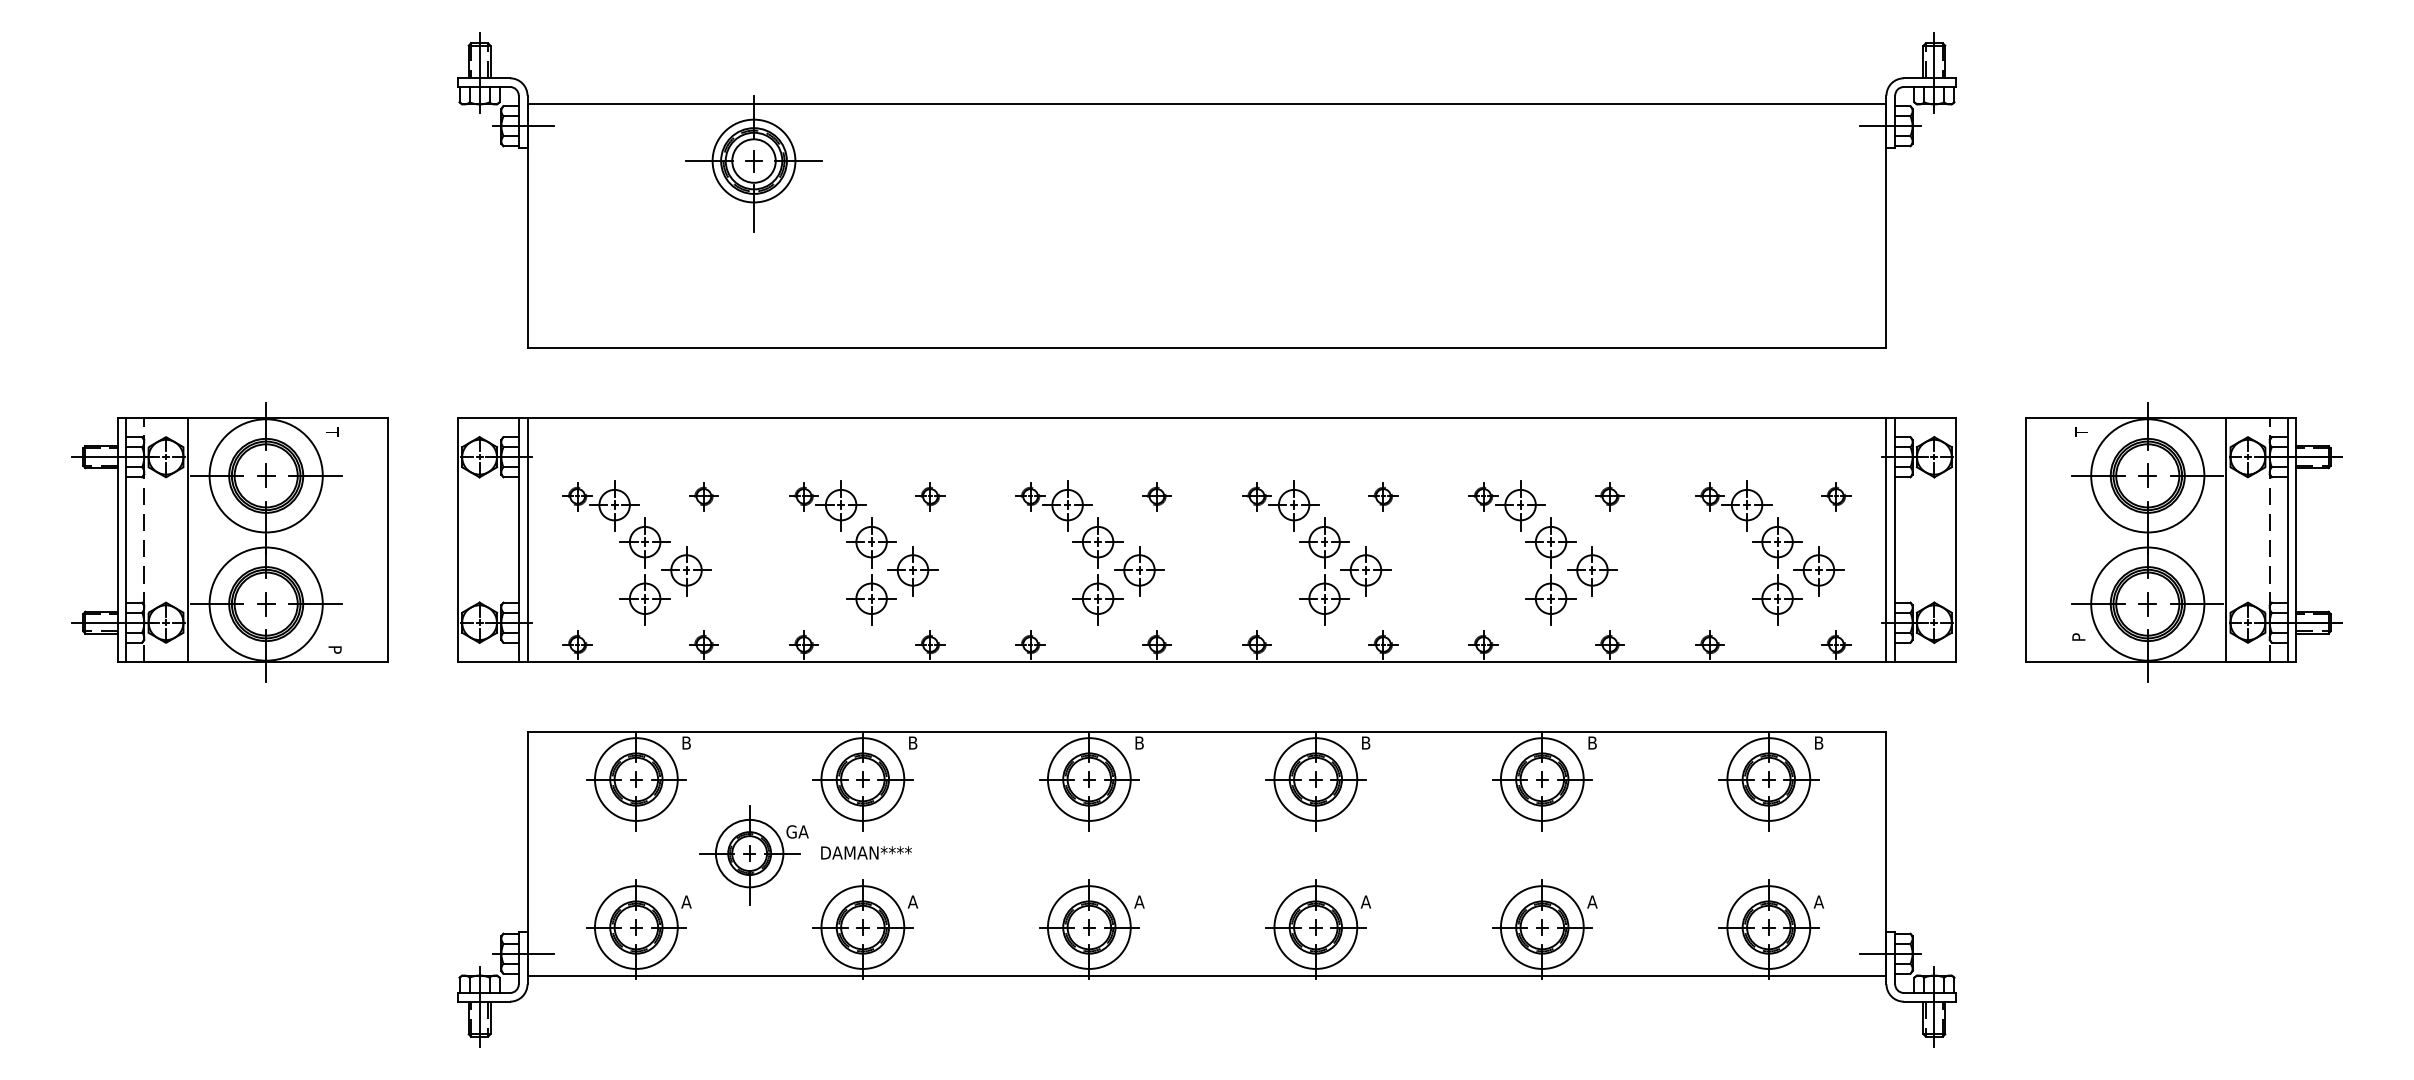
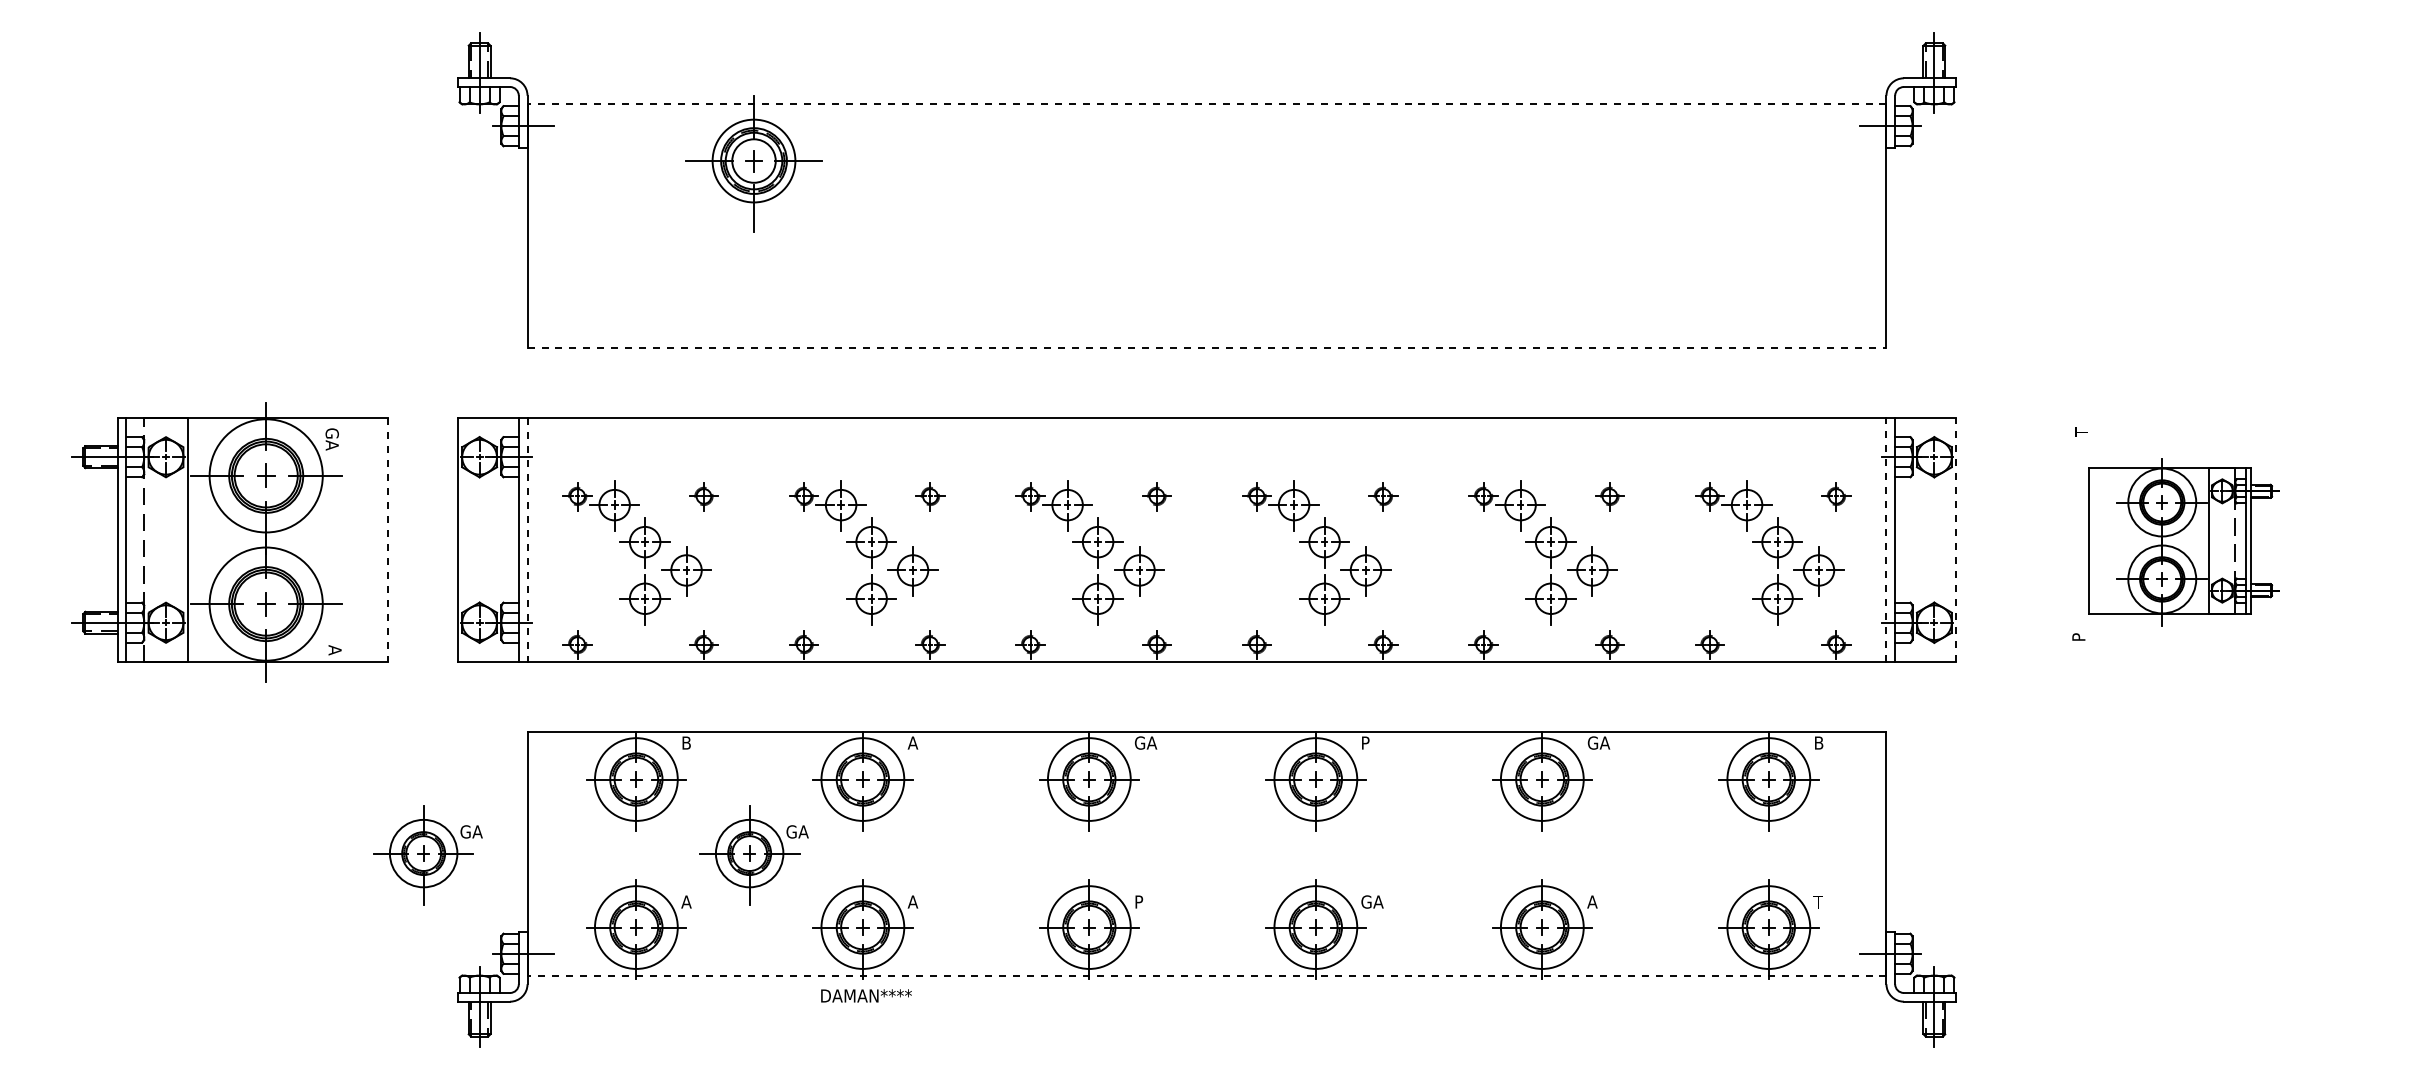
line at (1206, 104): solid -> dashed
line at (1207, 348): solid -> dashed
text at (331, 438): T -> GA
line at (1956, 539): solid -> dashed
line at (388, 540): solid -> dashed
line at (527, 540): solid -> dashed
line at (1886, 540): solid -> dashed
part at (2183, 542) size: 318x281 px -> 192x169 px
text at (334, 650): P -> A
text at (912, 742): B -> A
text at (1145, 742): B -> GA
text at (1366, 742): B -> P
text at (1598, 742): B -> GA
text at (866, 852) position: (866, 852) -> (866, 995)
part at (427, 855): none -> present
text at (1139, 901): A -> P
text at (1371, 901): A -> GA
text at (1818, 901): A -> T
line at (1206, 975): solid -> dashed
